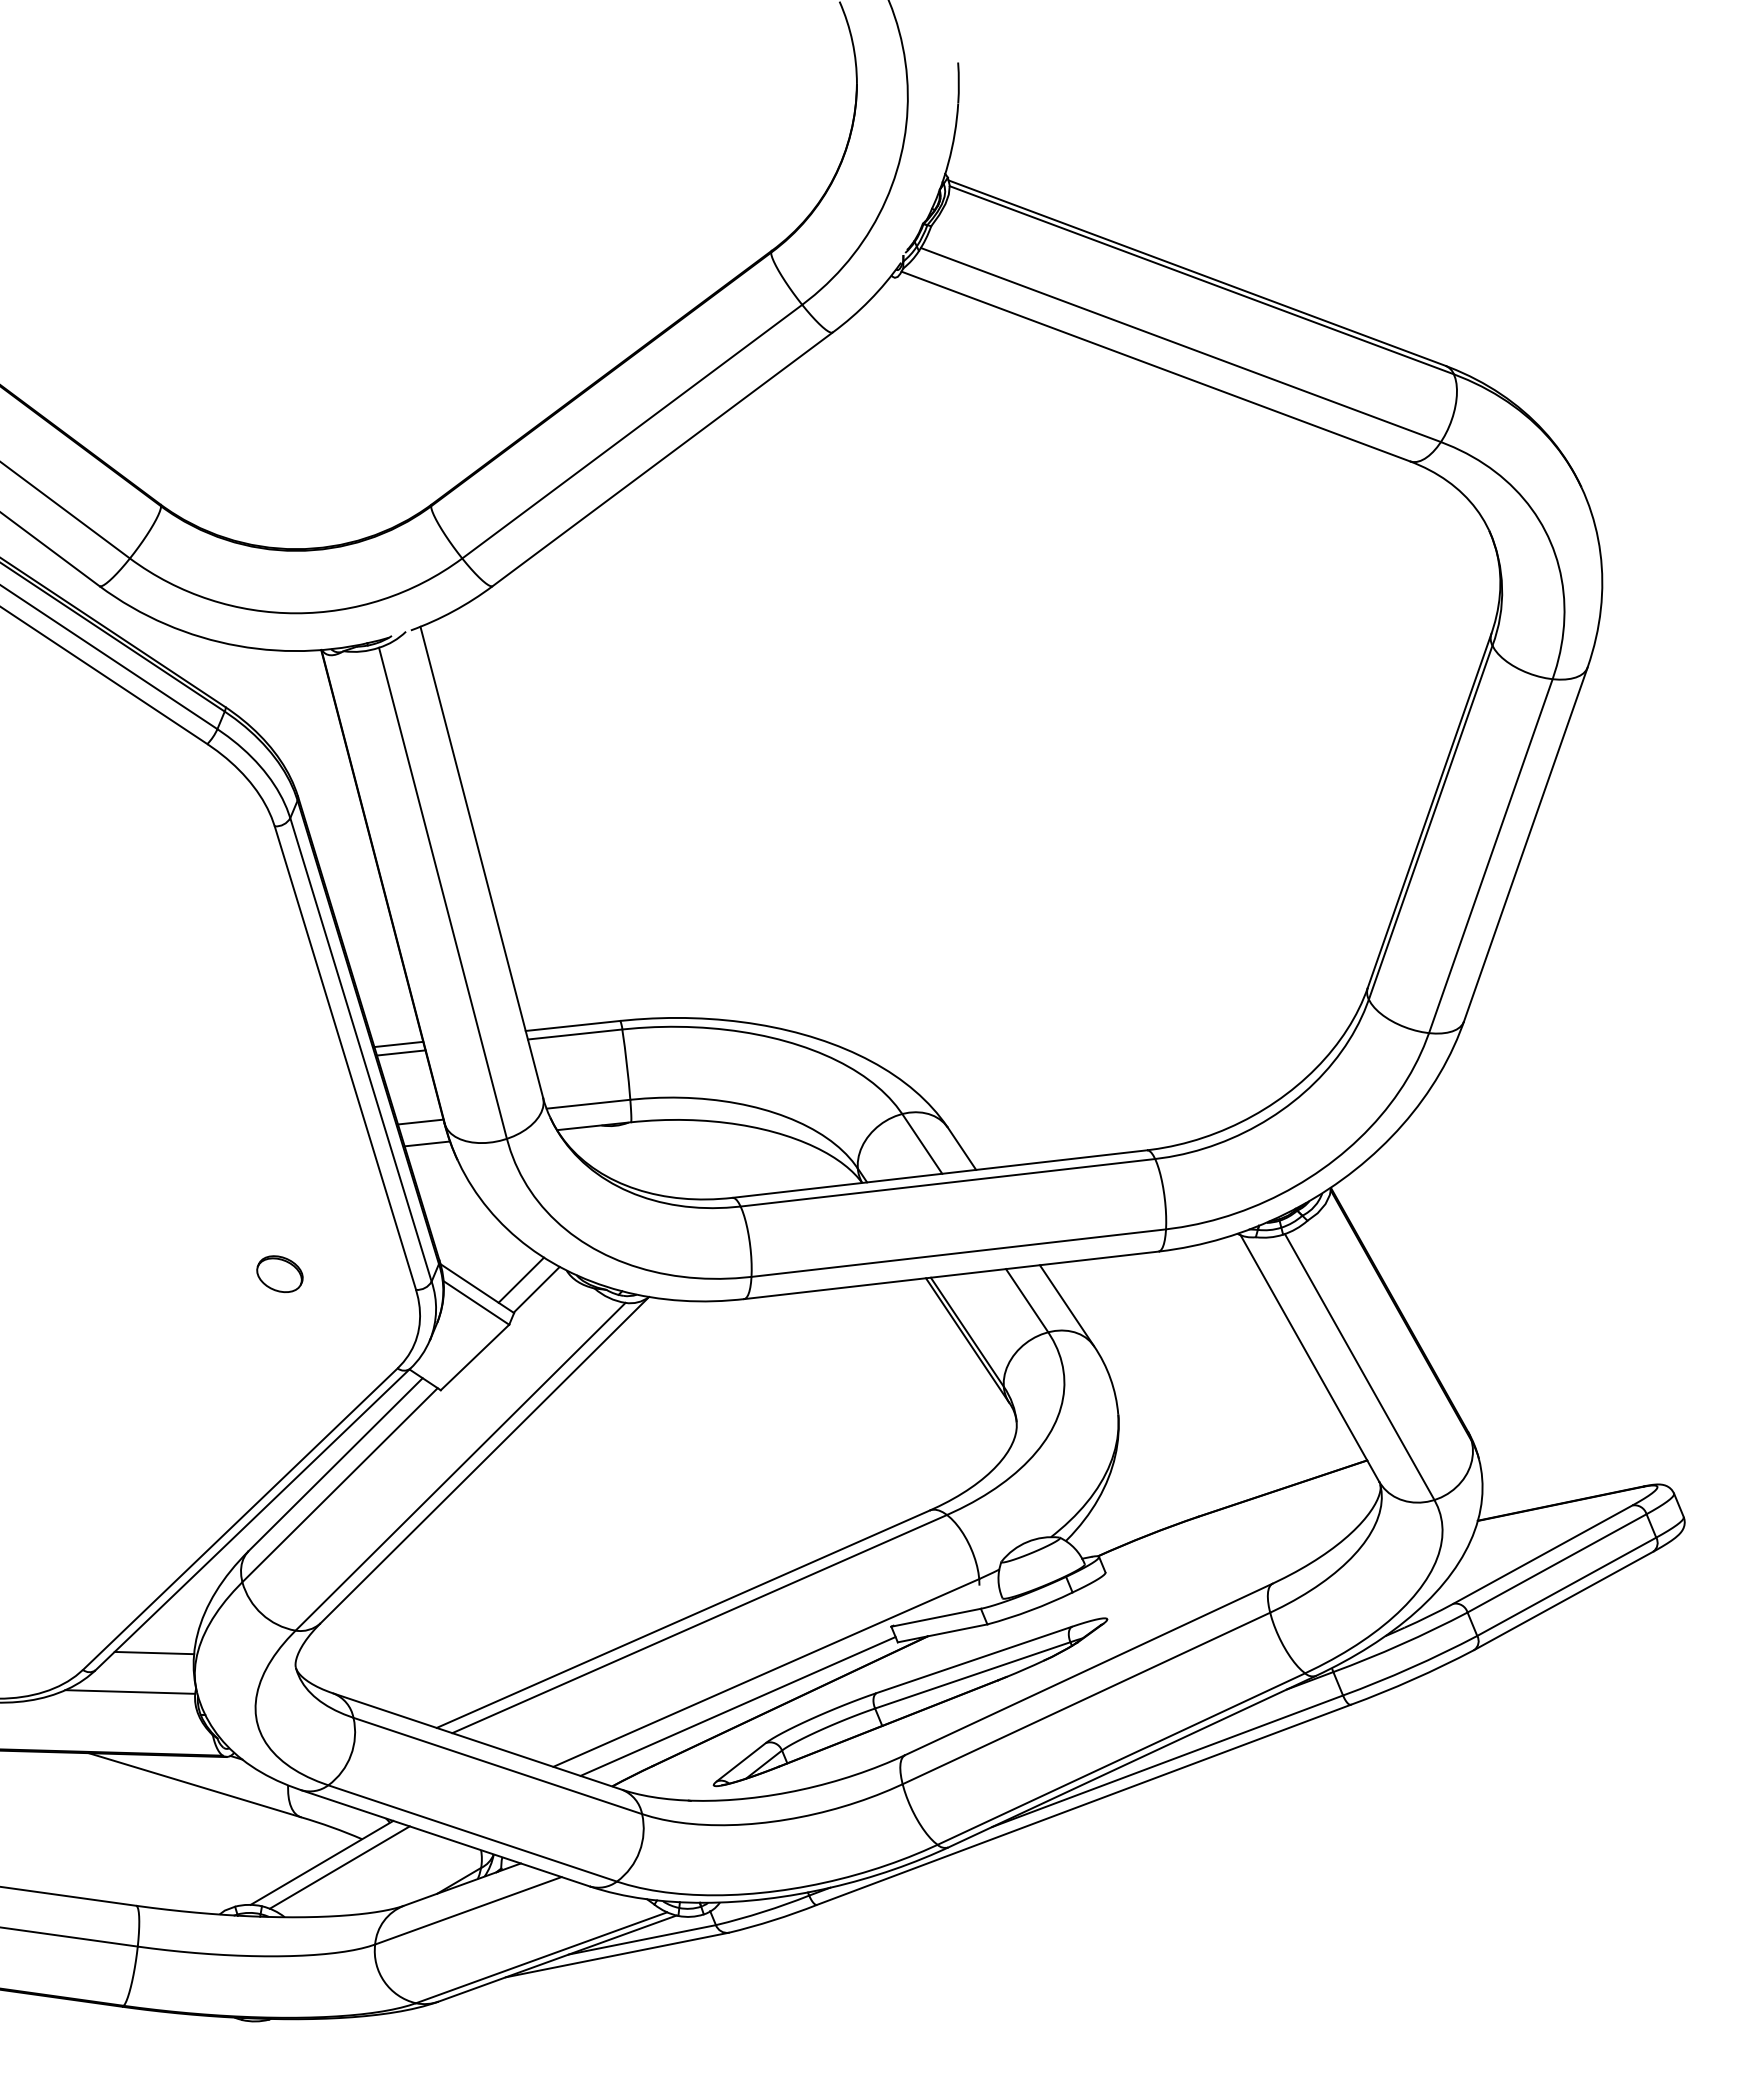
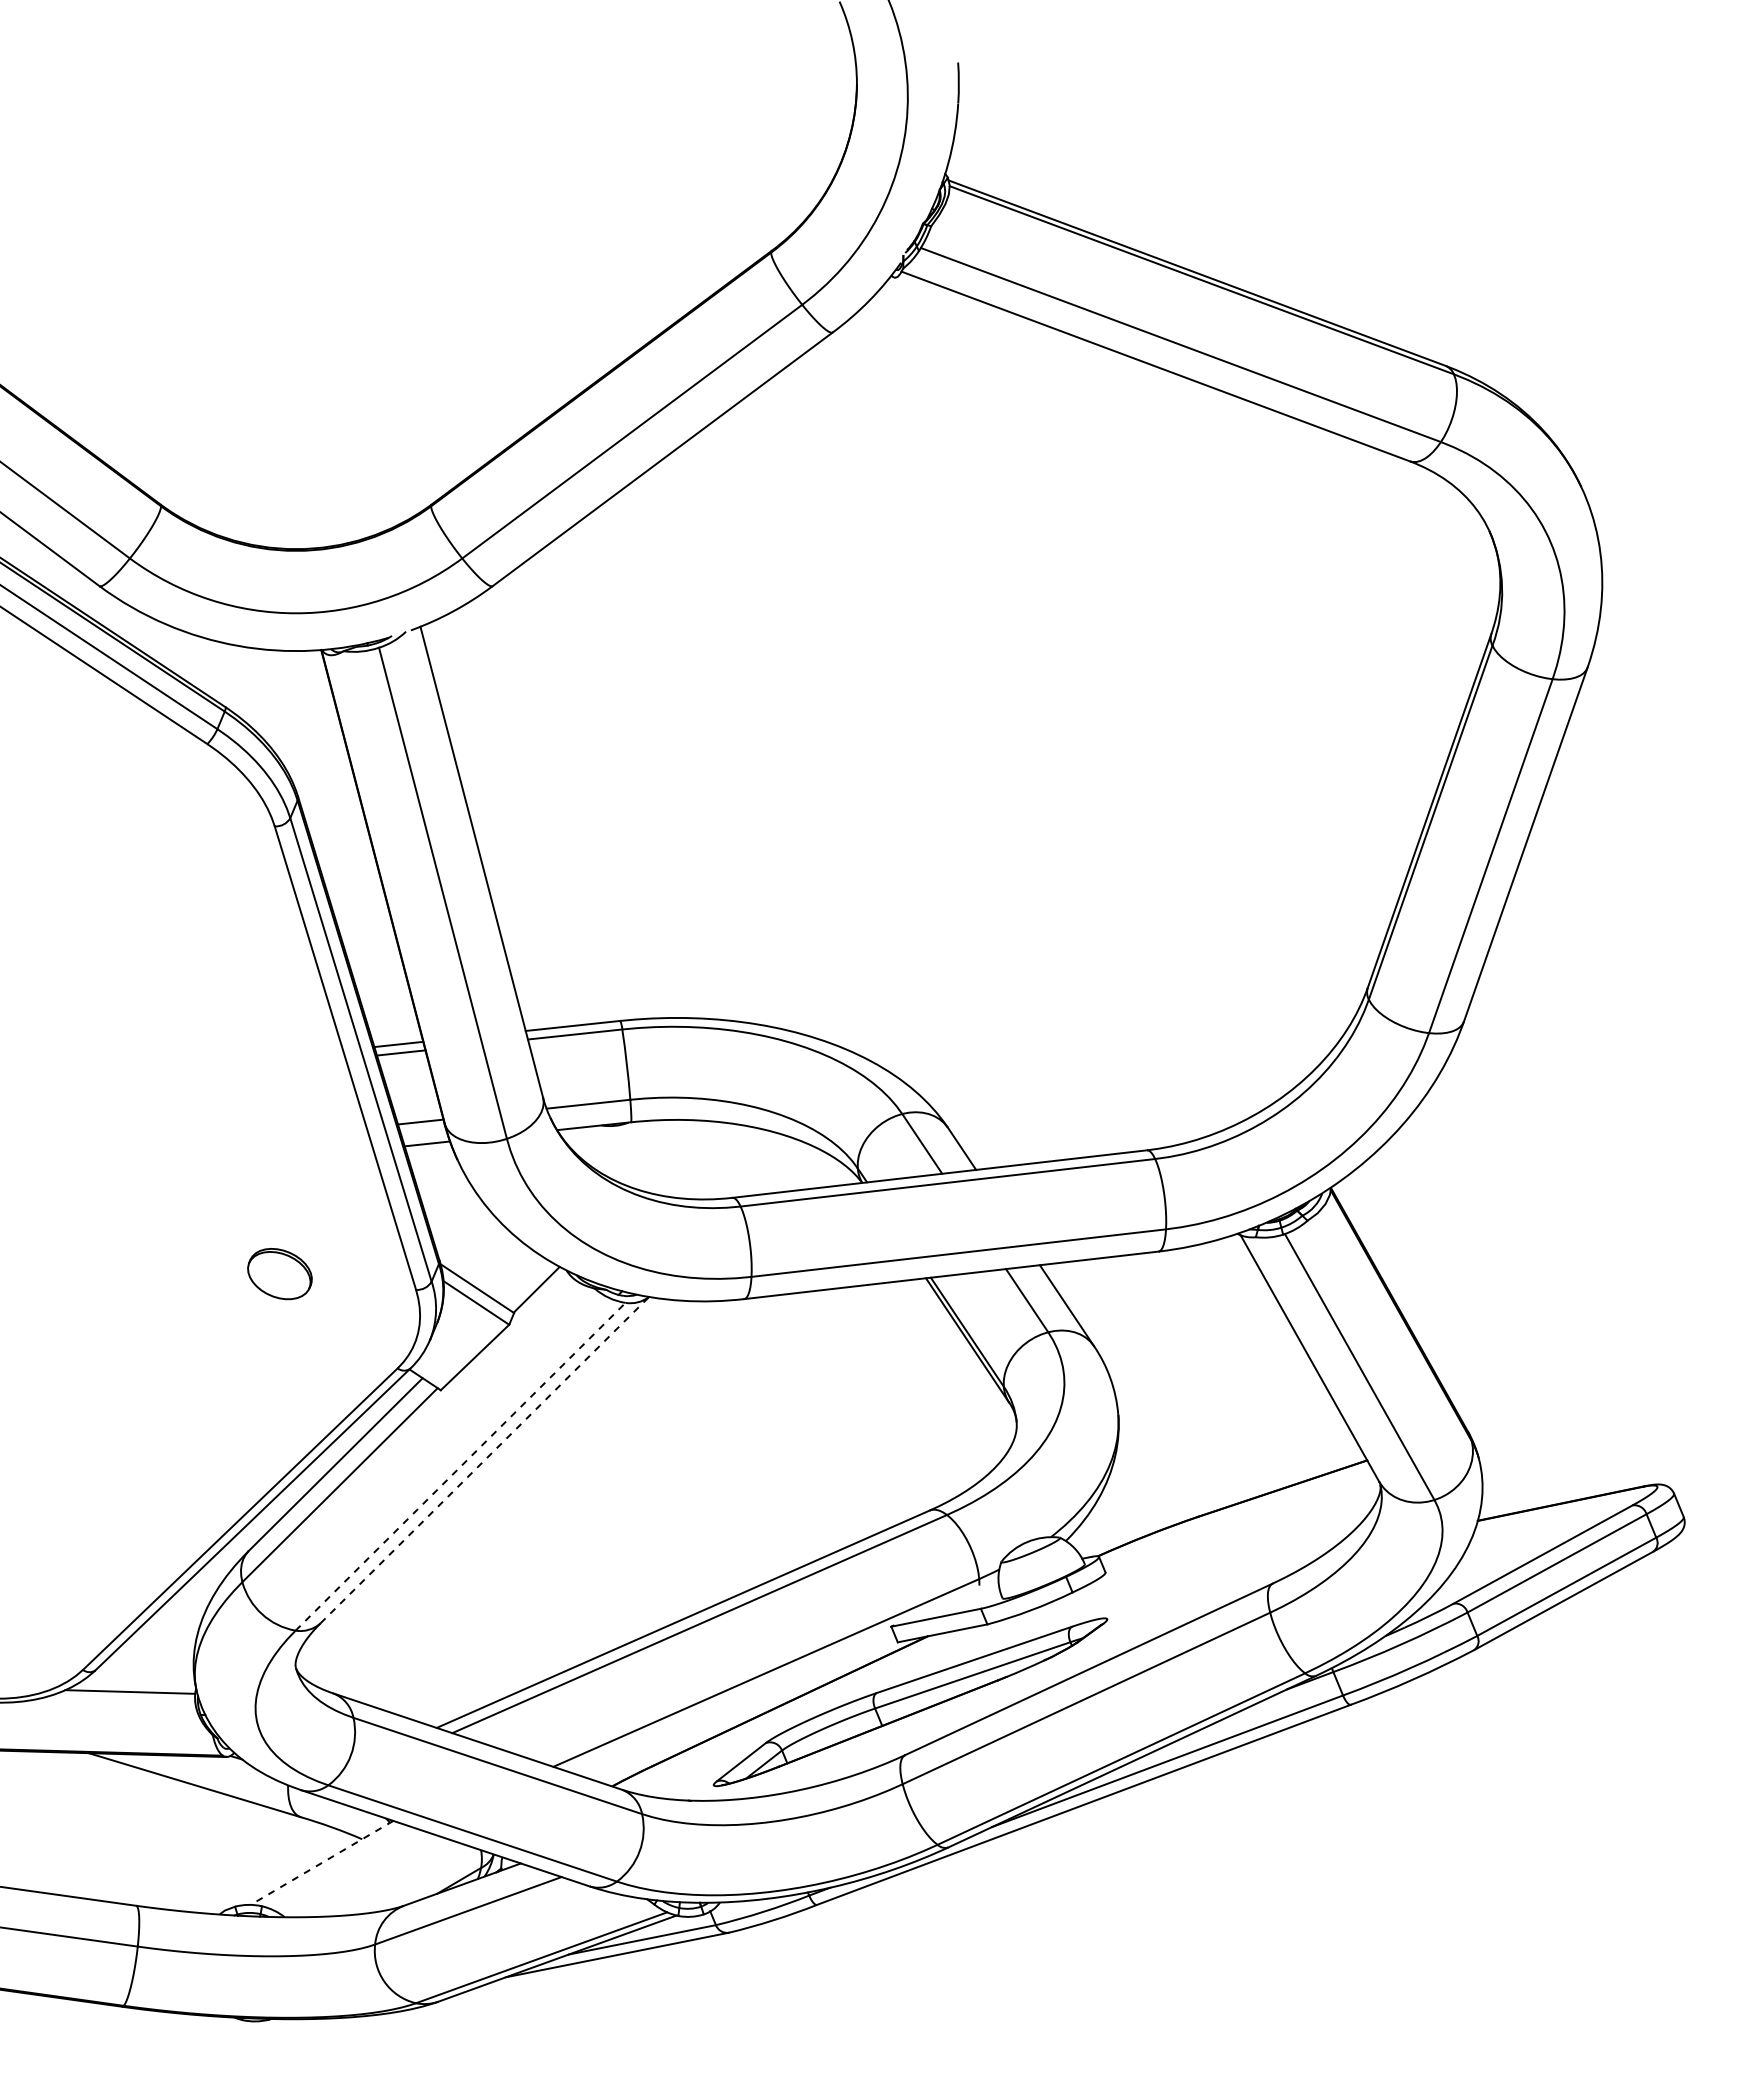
part at (279, 1274) size: 48x39 px -> 66x53 px
line at (521, 1279): present -> none
line at (484, 1460): solid -> dashed
line at (460, 1466): solid -> dashed
line at (154, 1652): present -> none
line at (737, 1706): present -> none
line at (322, 1862): solid -> dashed
line at (339, 1867): present -> none
